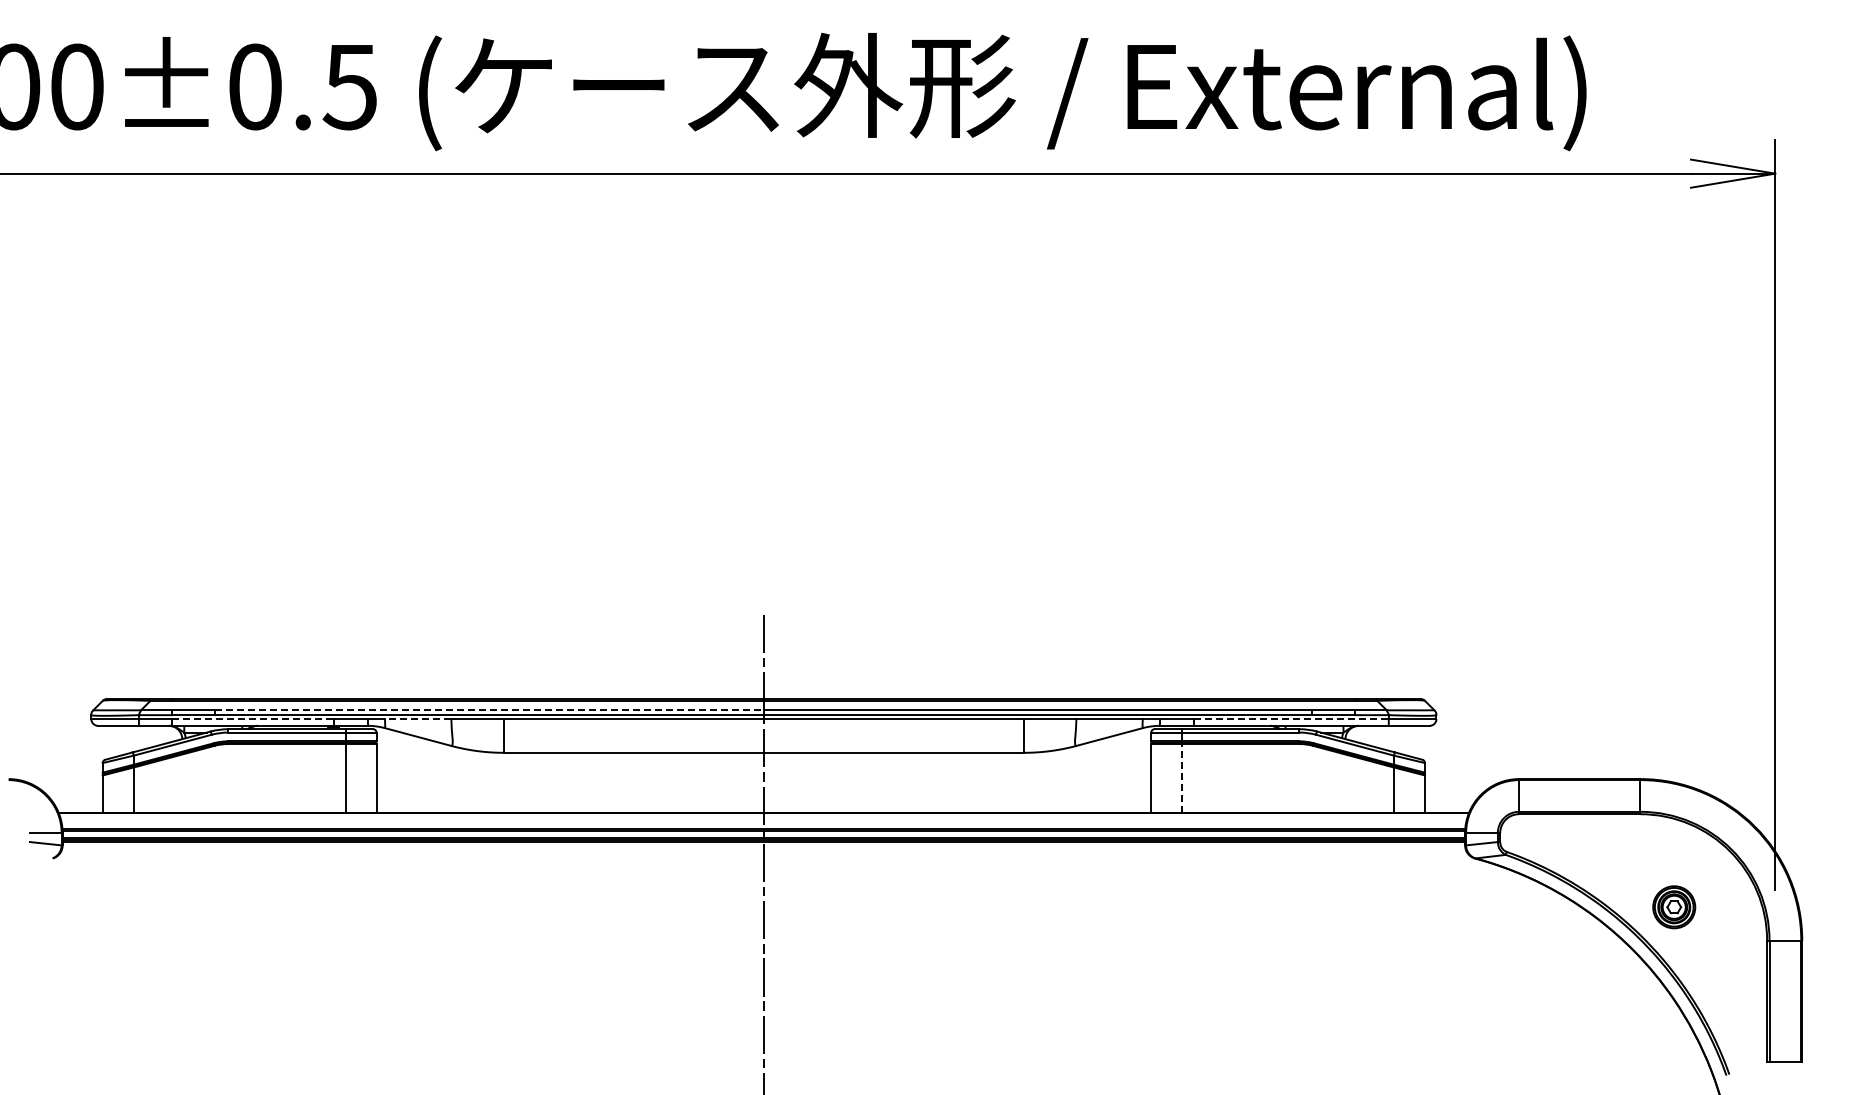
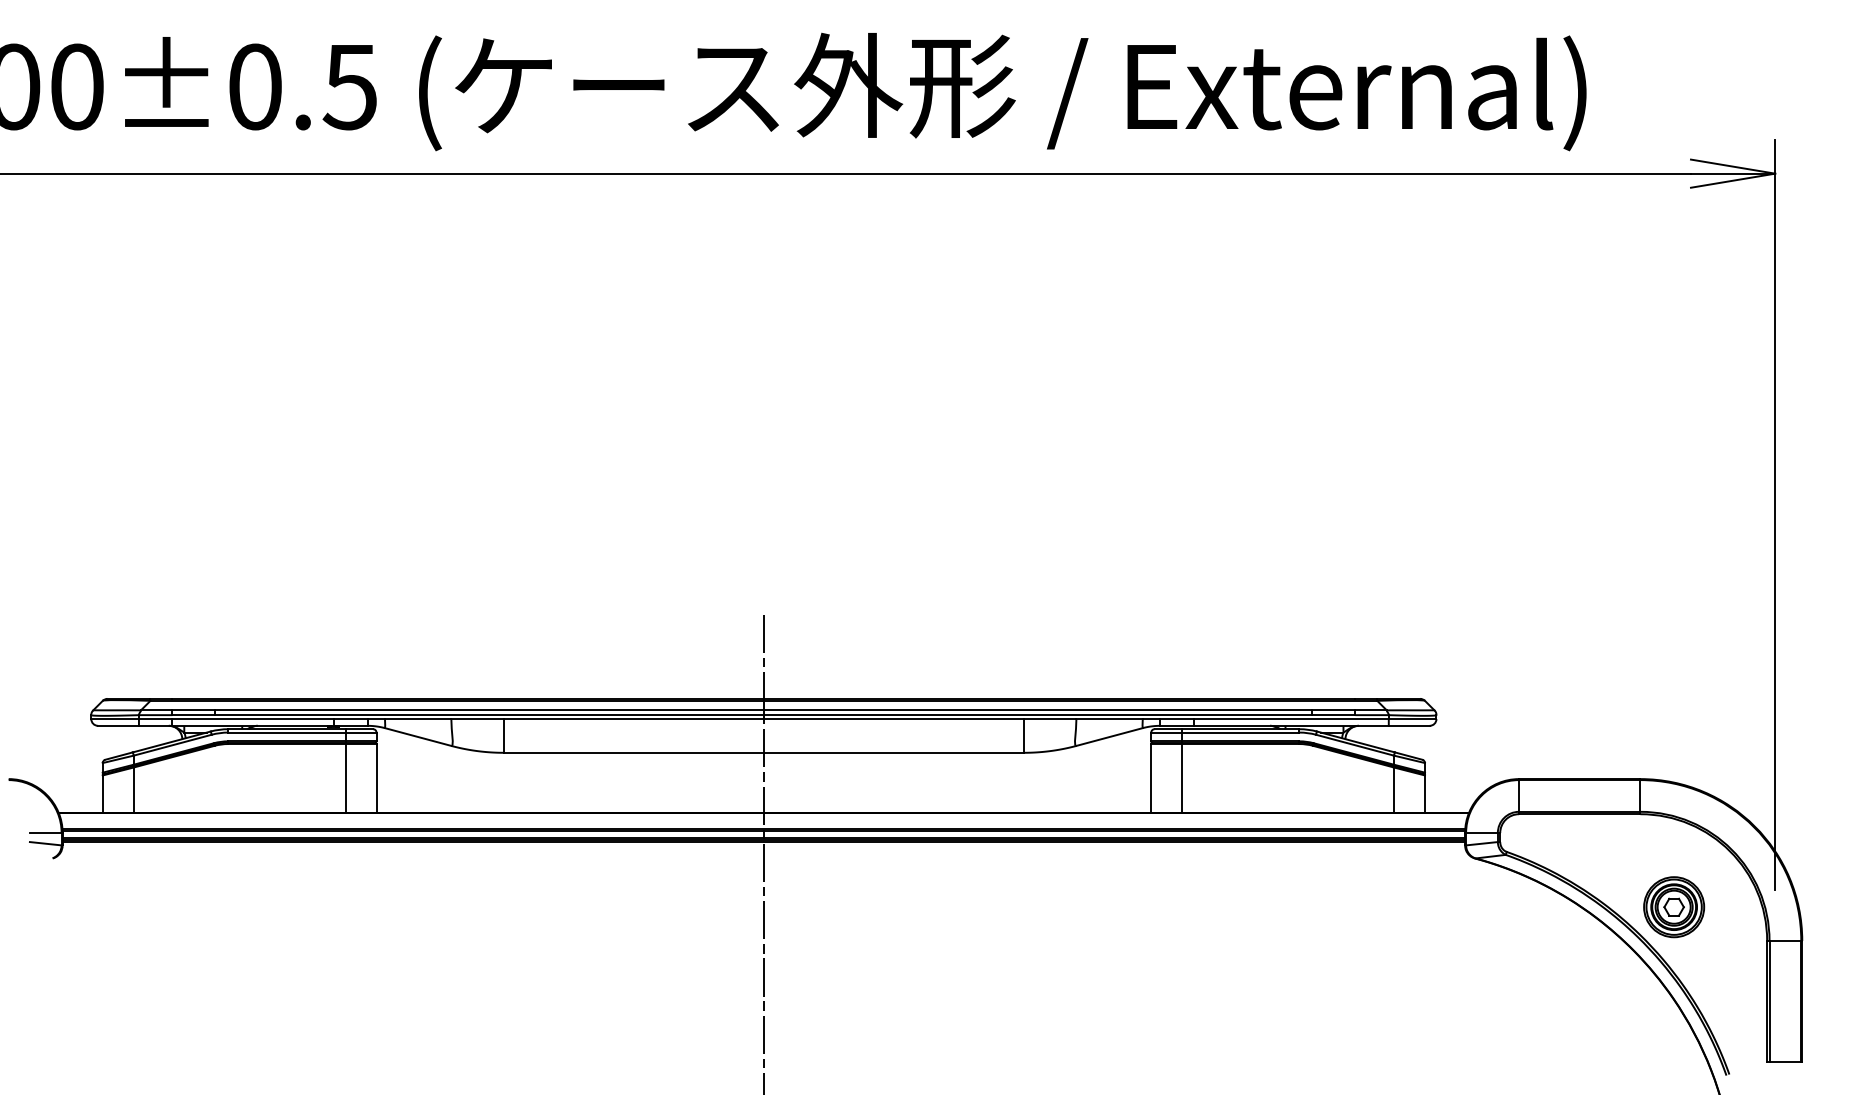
line at (490, 710): dashed -> solid
line at (253, 719): dashed -> solid
line at (417, 719): dashed -> solid
line at (1291, 719): dashed -> solid
line at (1182, 777): dashed -> solid
part at (1674, 907) size: 45x45 px -> 63x63 px
